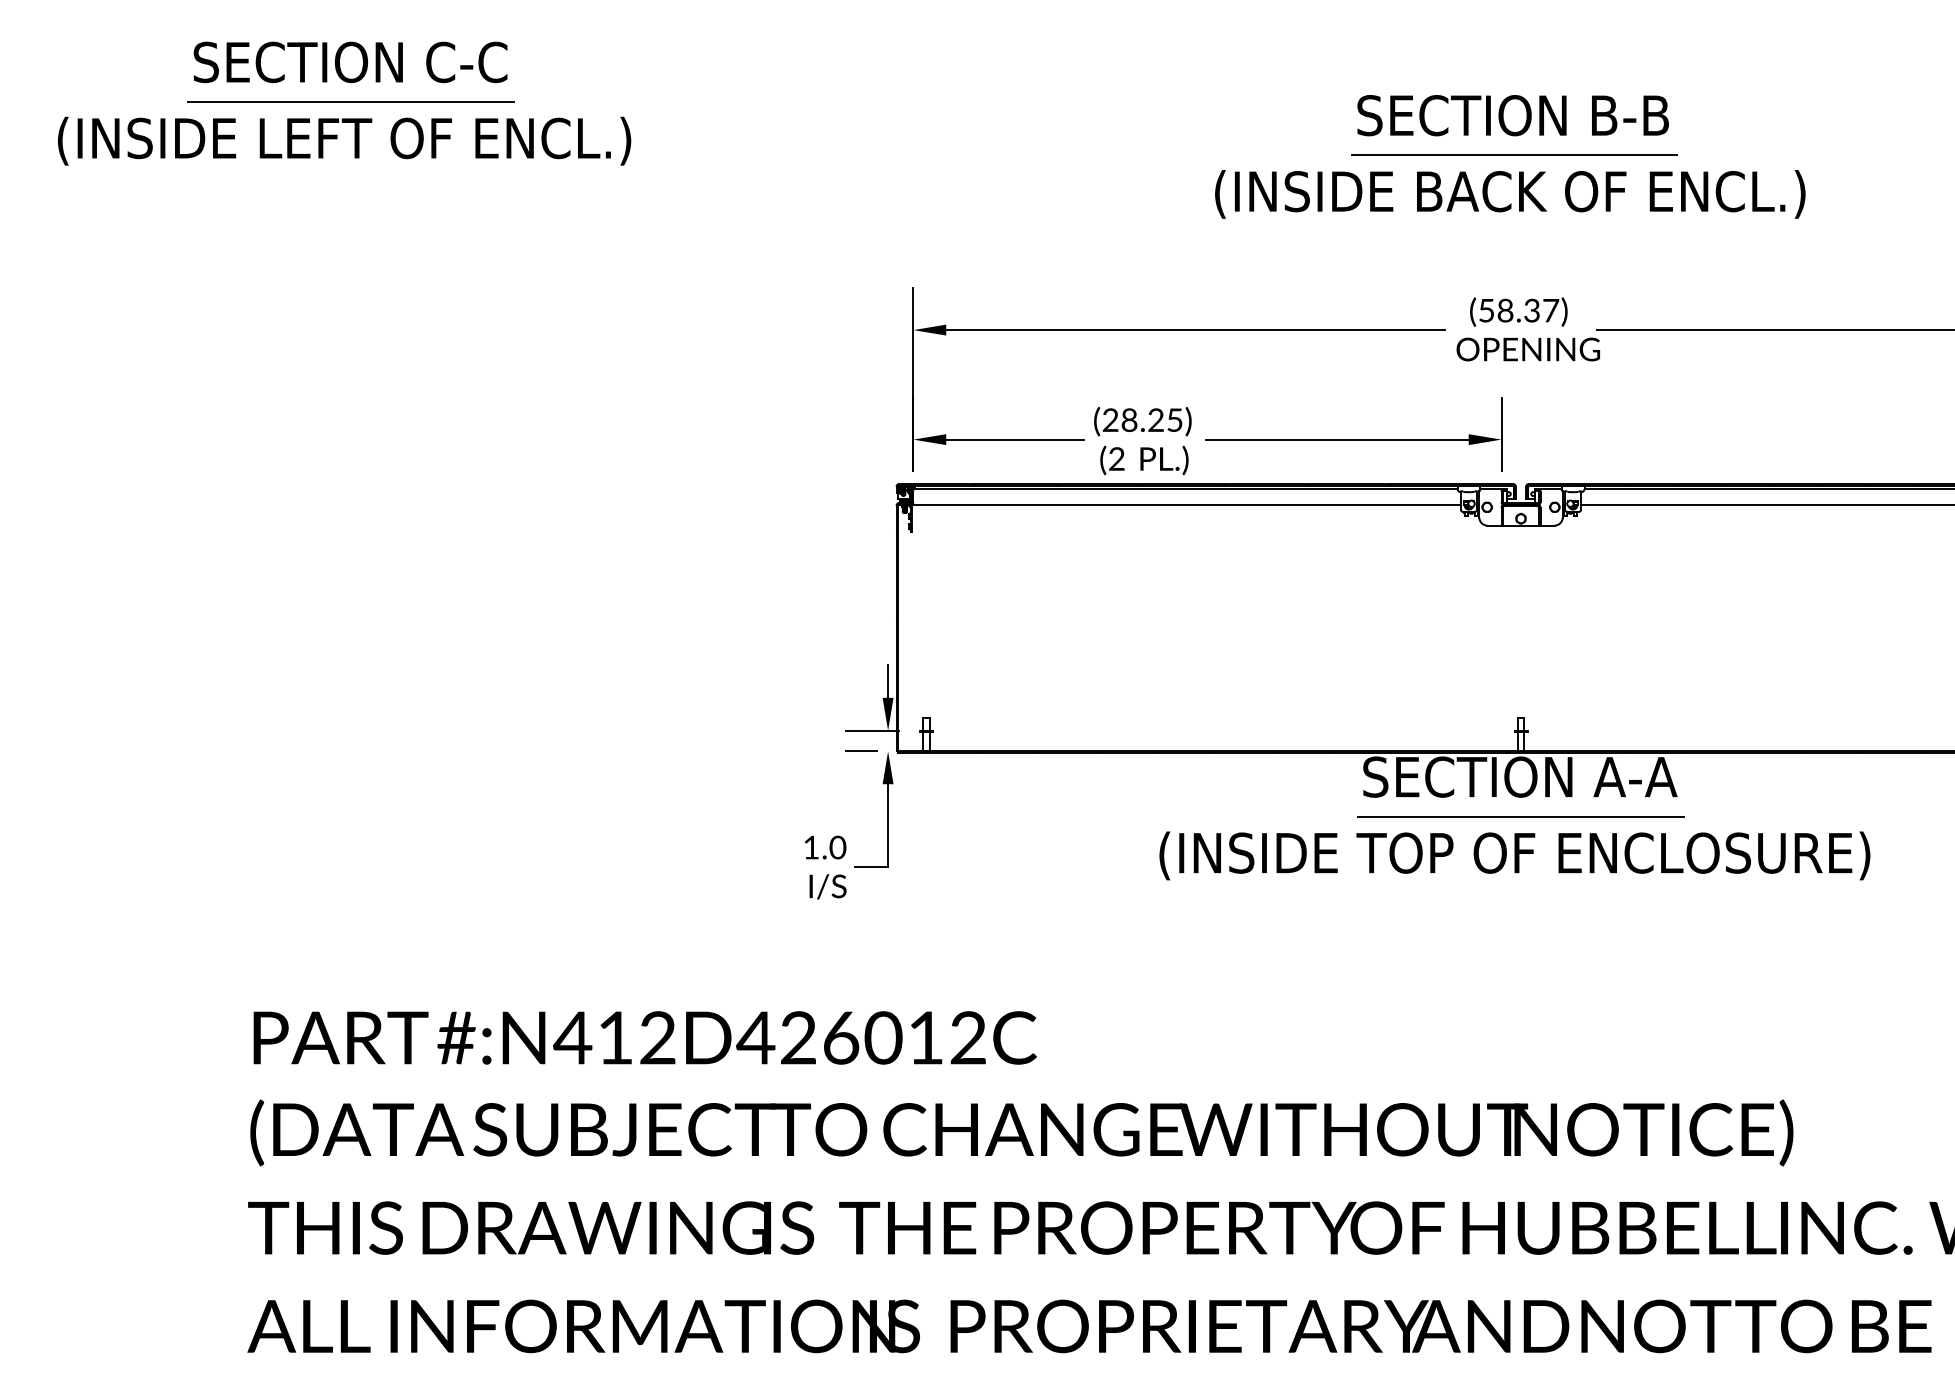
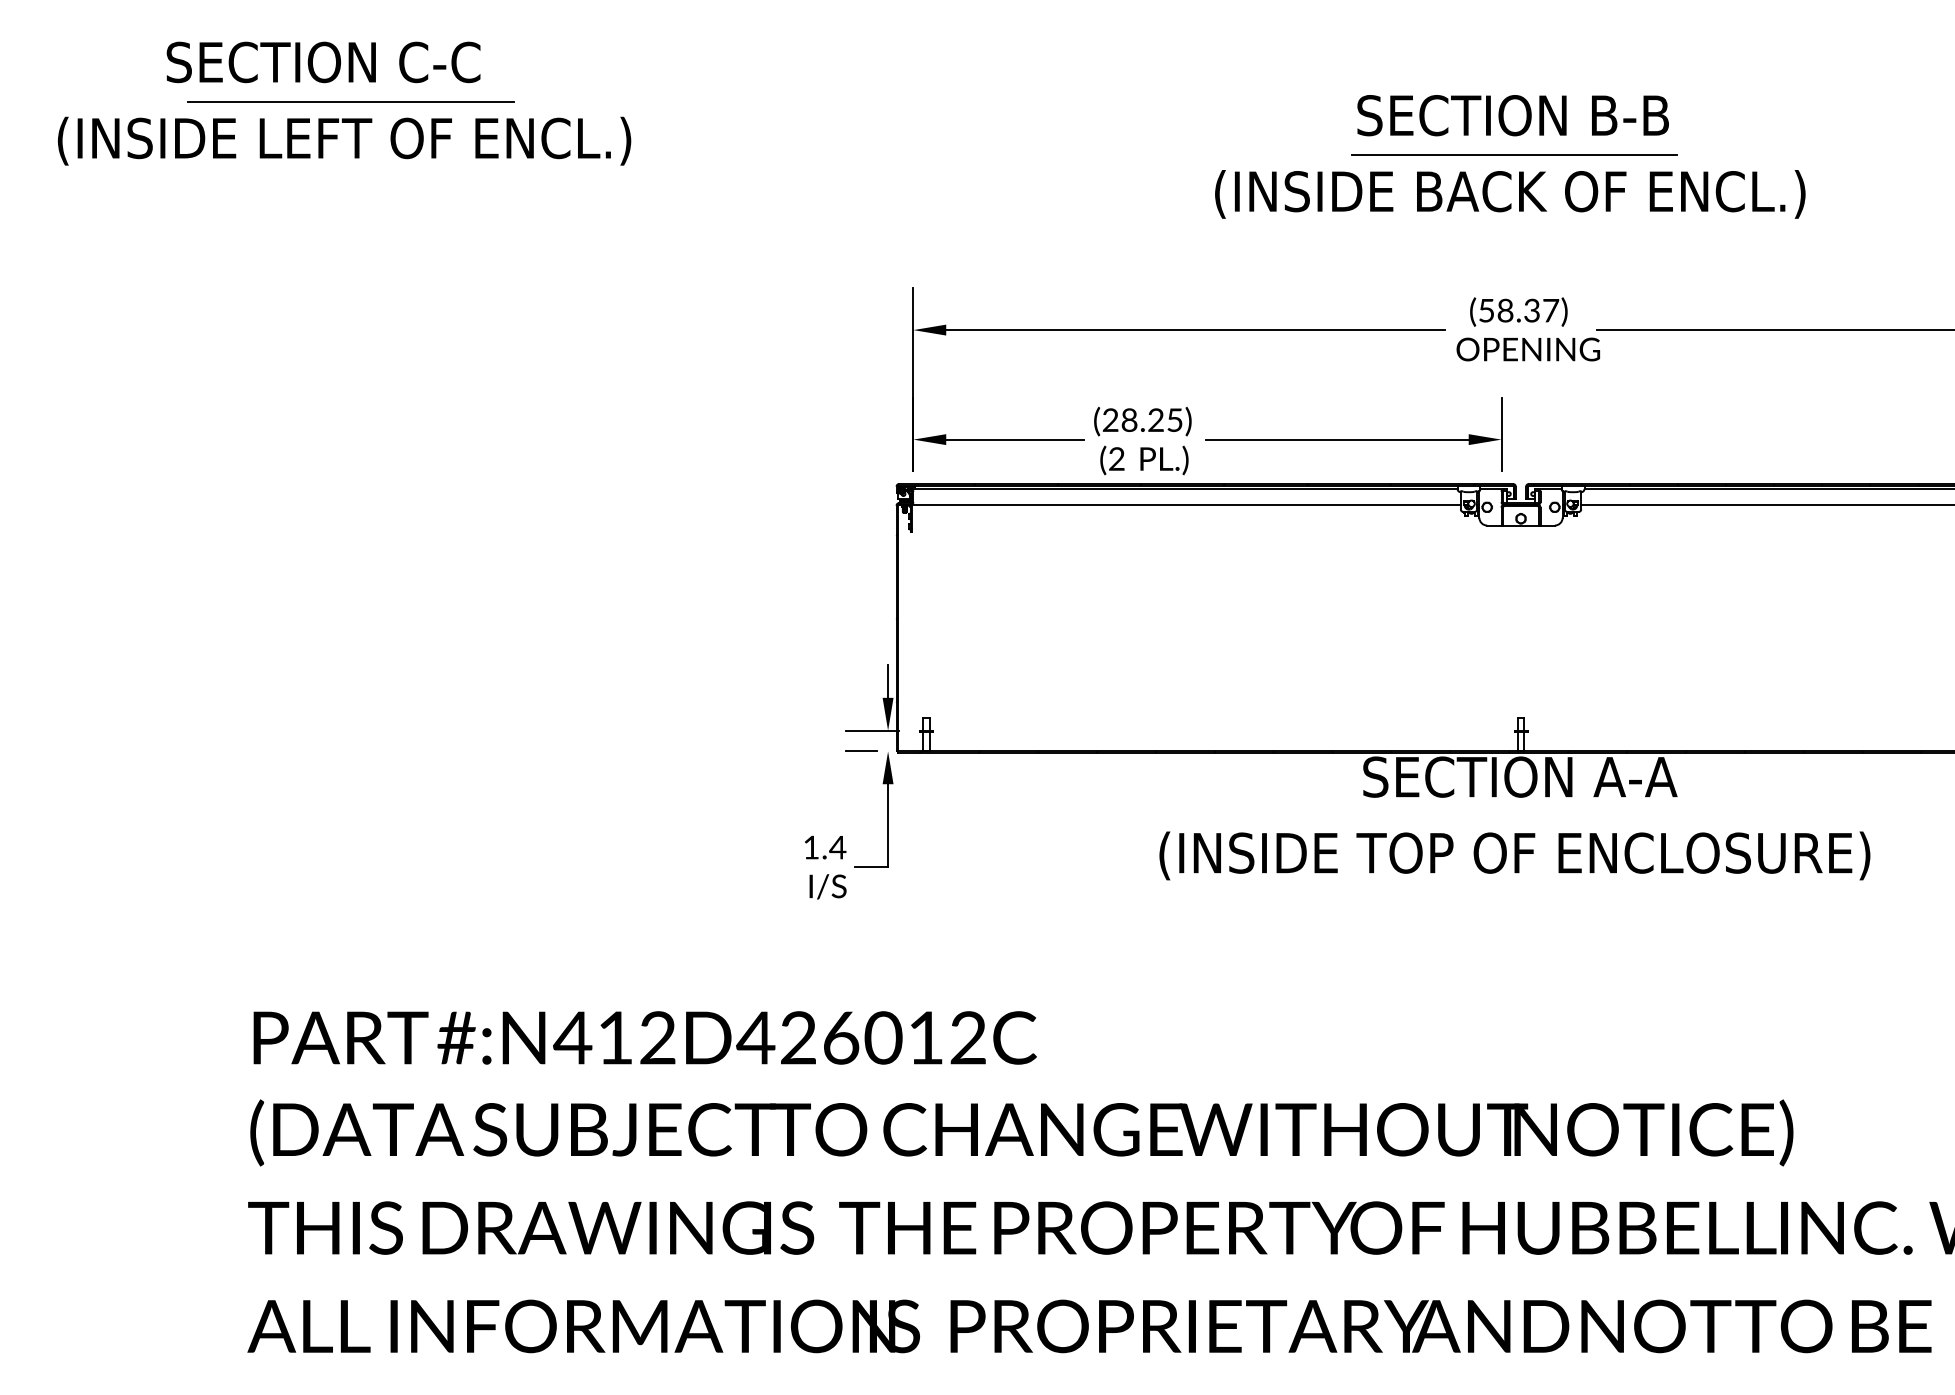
text at (350, 62) position: (350, 62) -> (323, 62)
line at (1520, 816): present -> none
text at (837, 847): 1.0 -> 1.4
